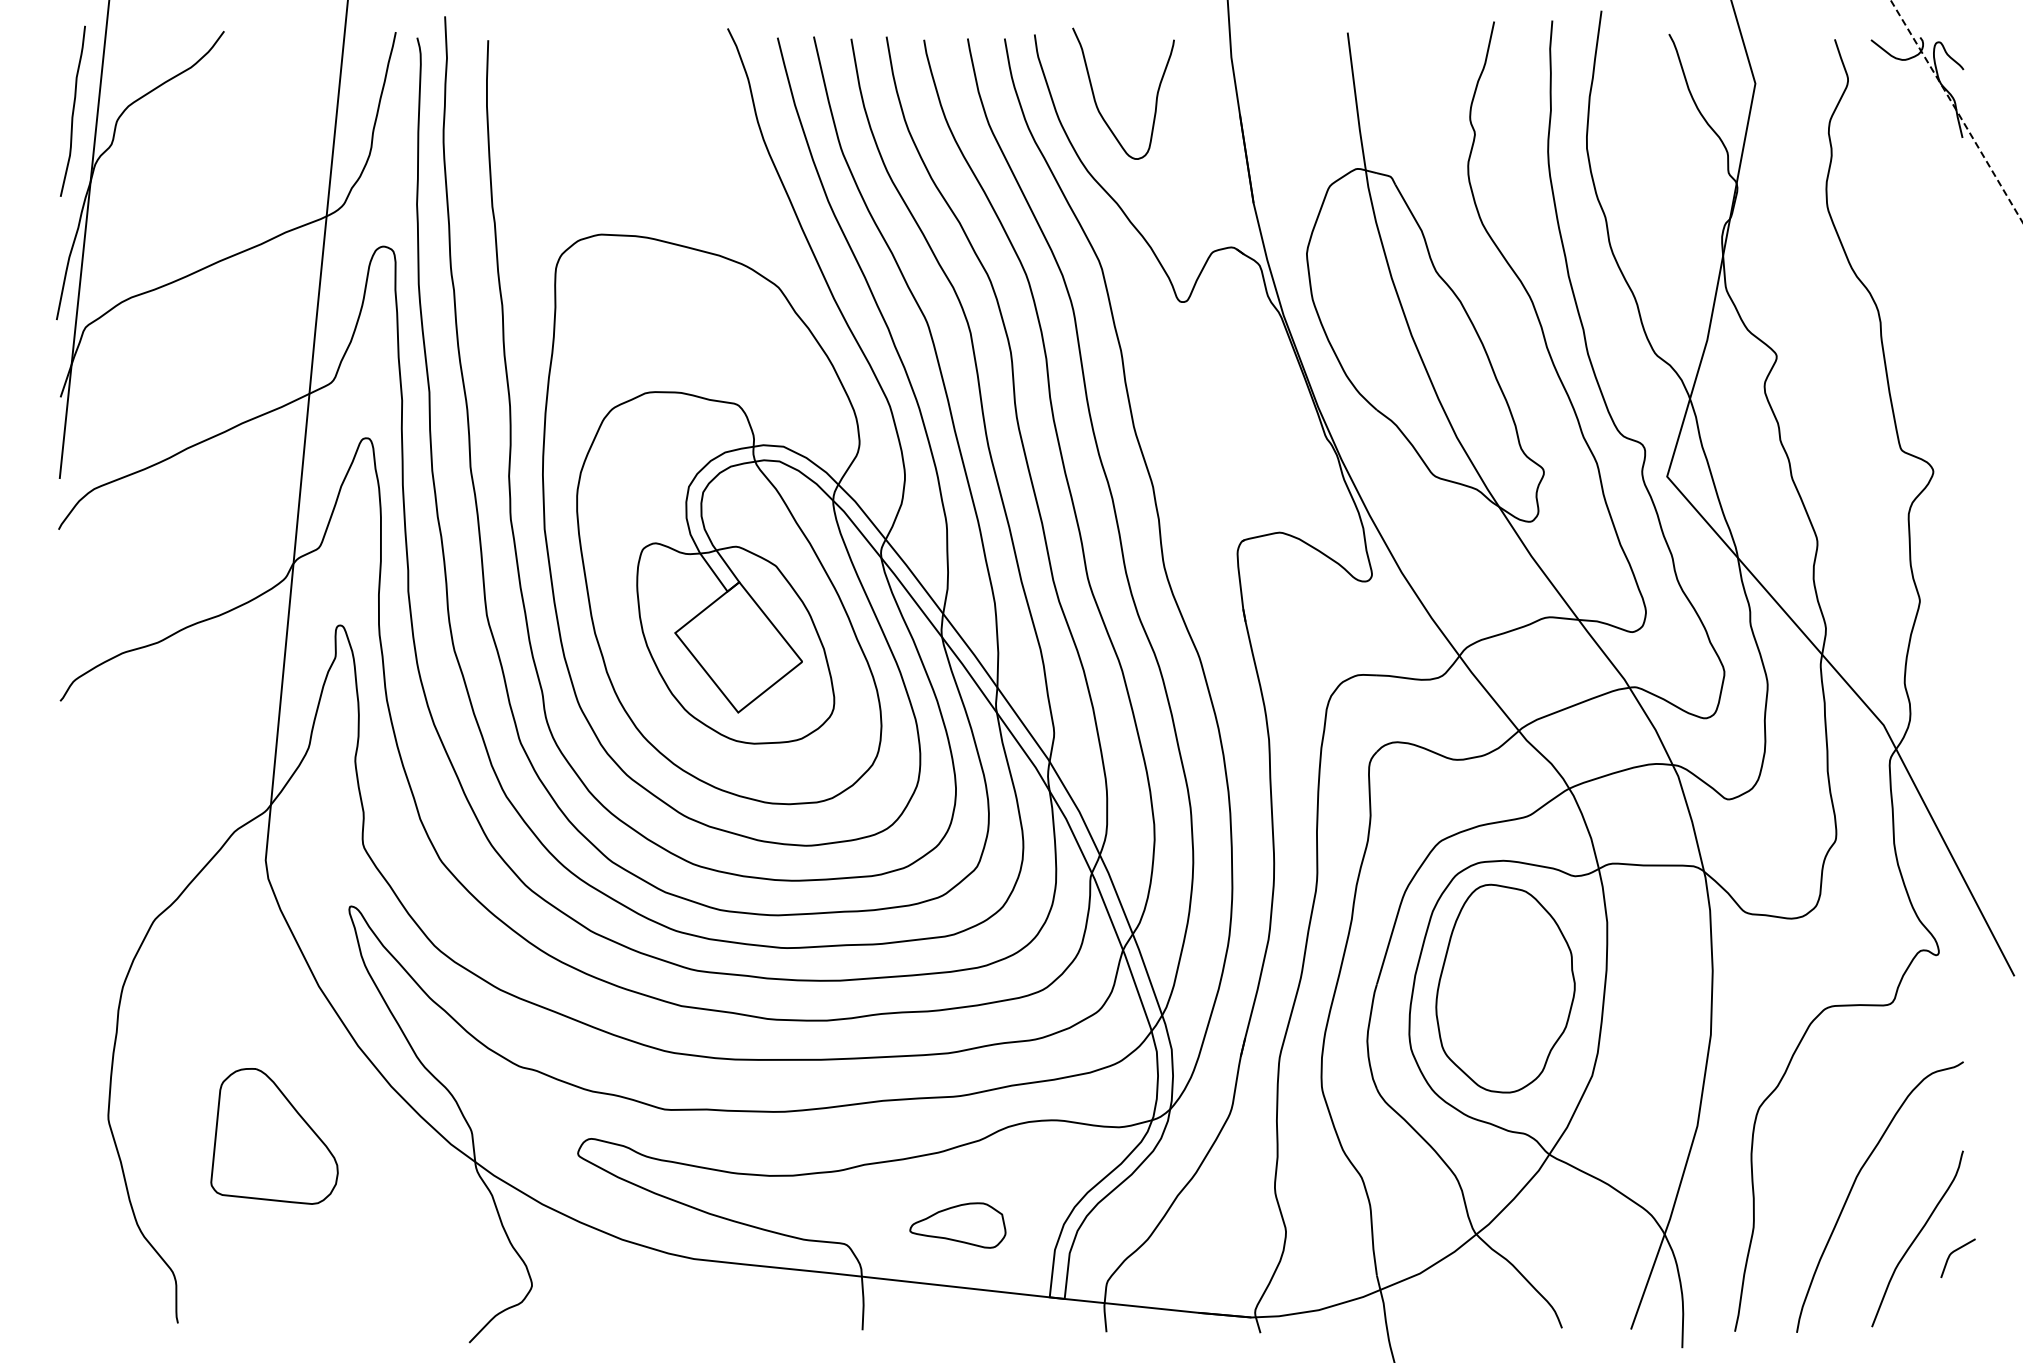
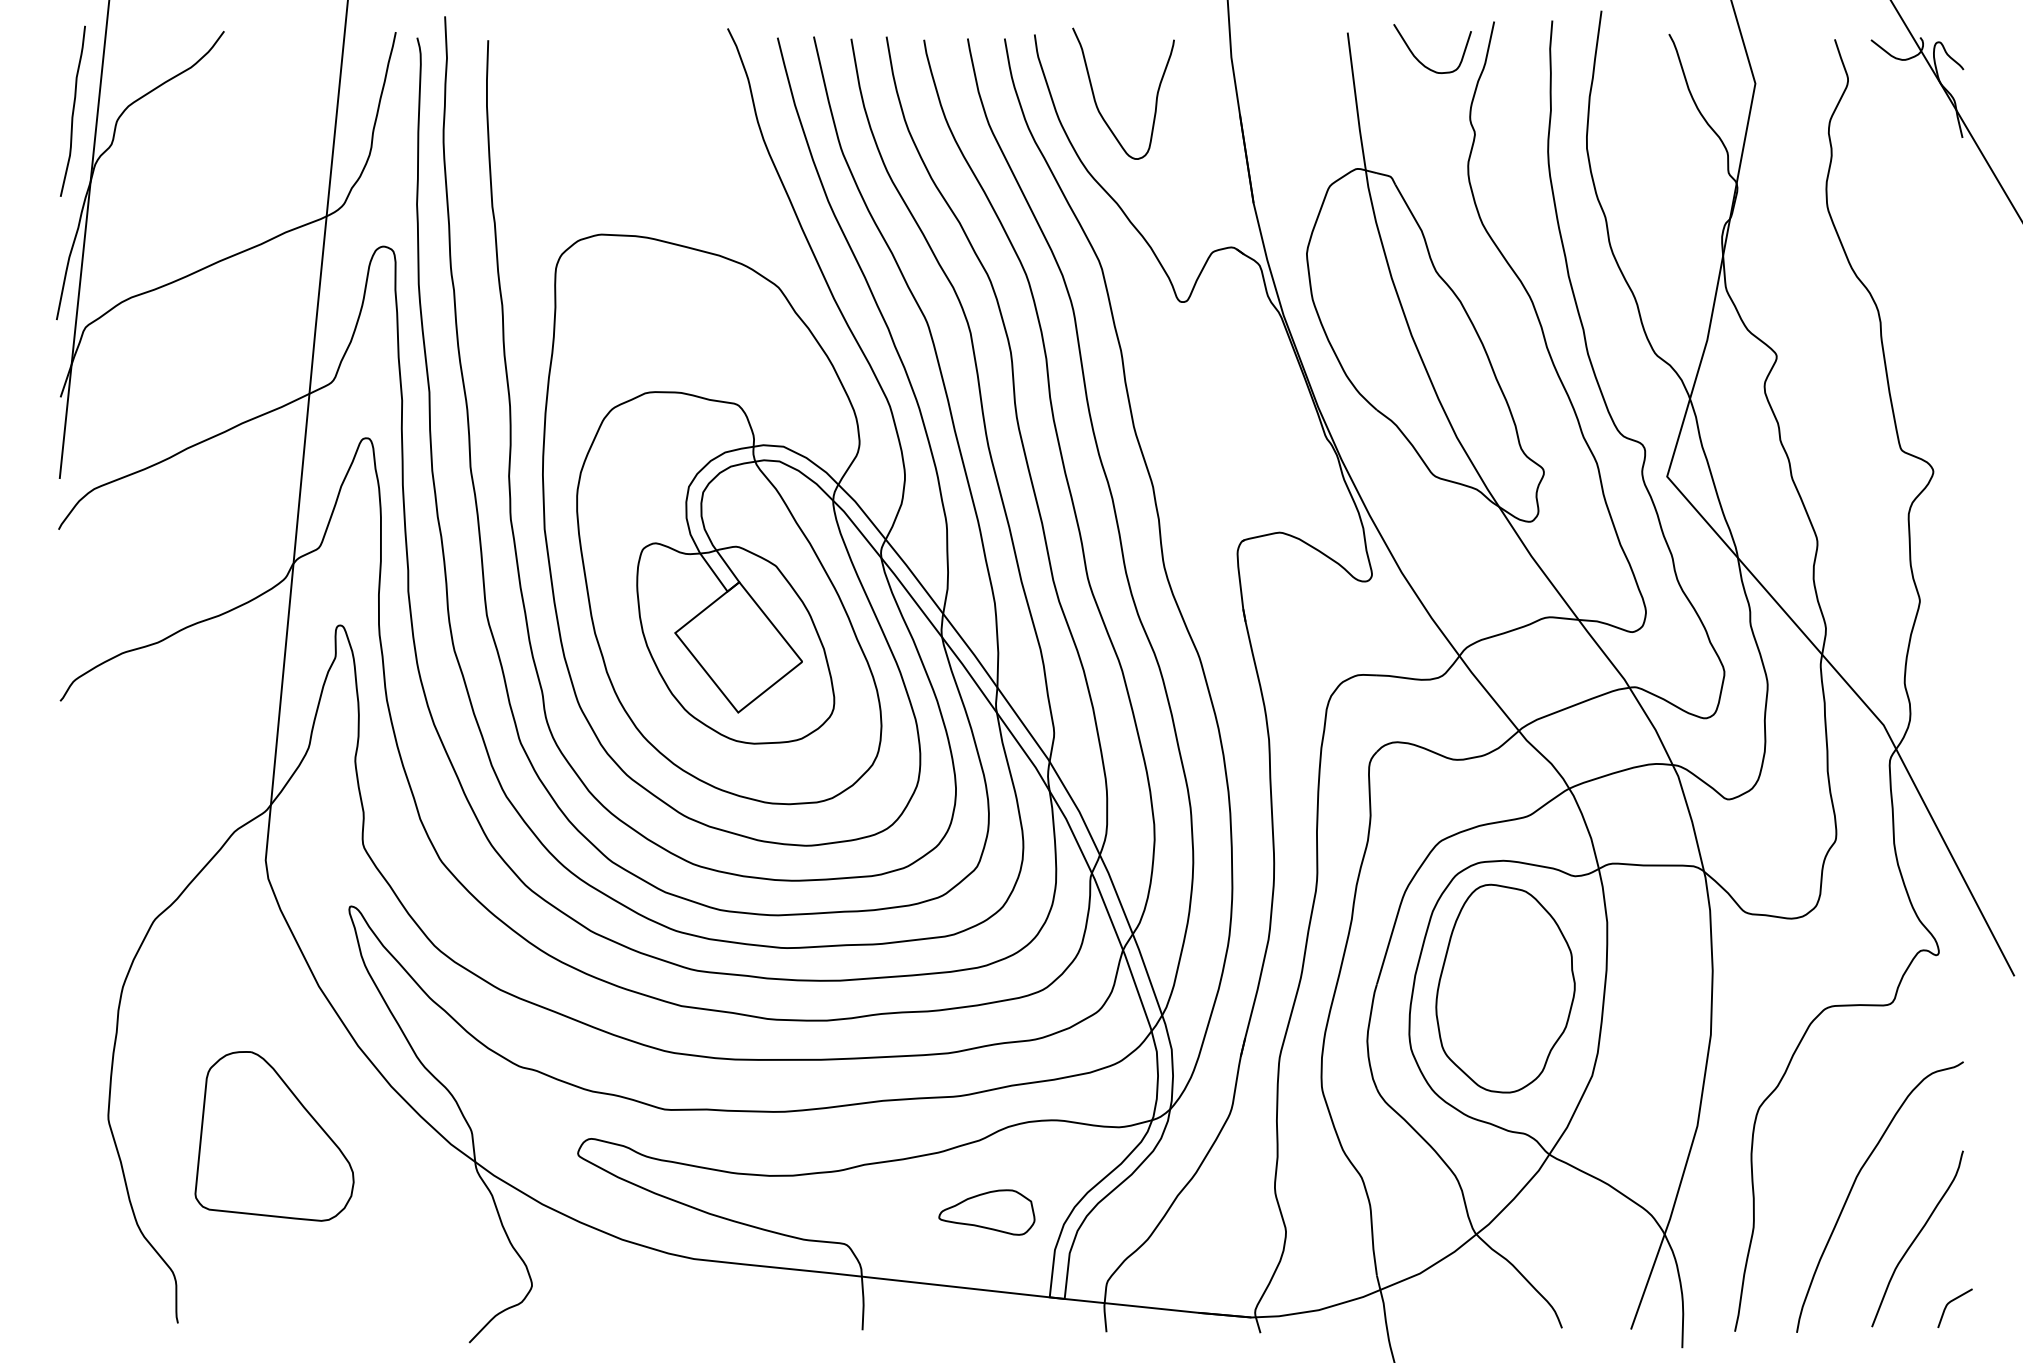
curve at (1419, 60): none -> present
line at (1956, 110): dashed -> solid
part at (274, 1136) size: 129x137 px -> 161x171 px
part at (957, 1225) position: (957, 1225) -> (986, 1212)
curve at (1954, 1252) position: (1954, 1252) -> (1951, 1302)
